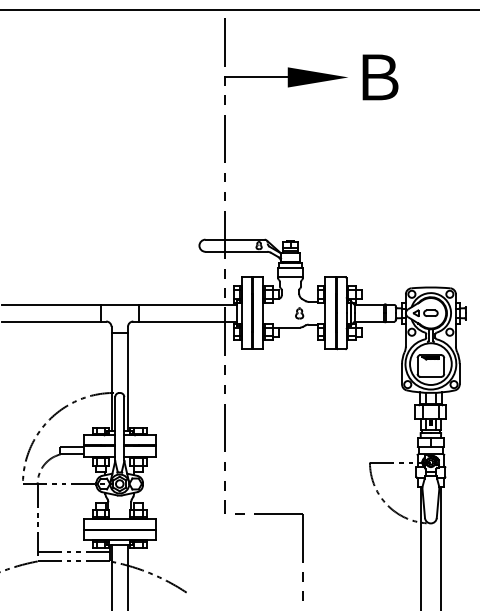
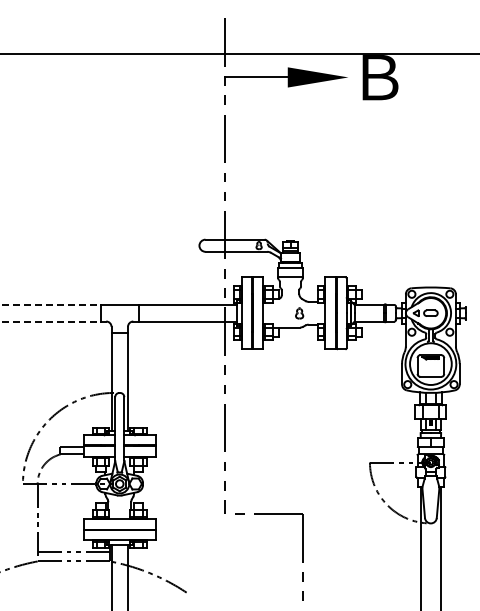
line at (239, 9) position: (239, 9) -> (239, 53)
line at (51, 305): solid -> dashed
line at (51, 321): solid -> dashed
